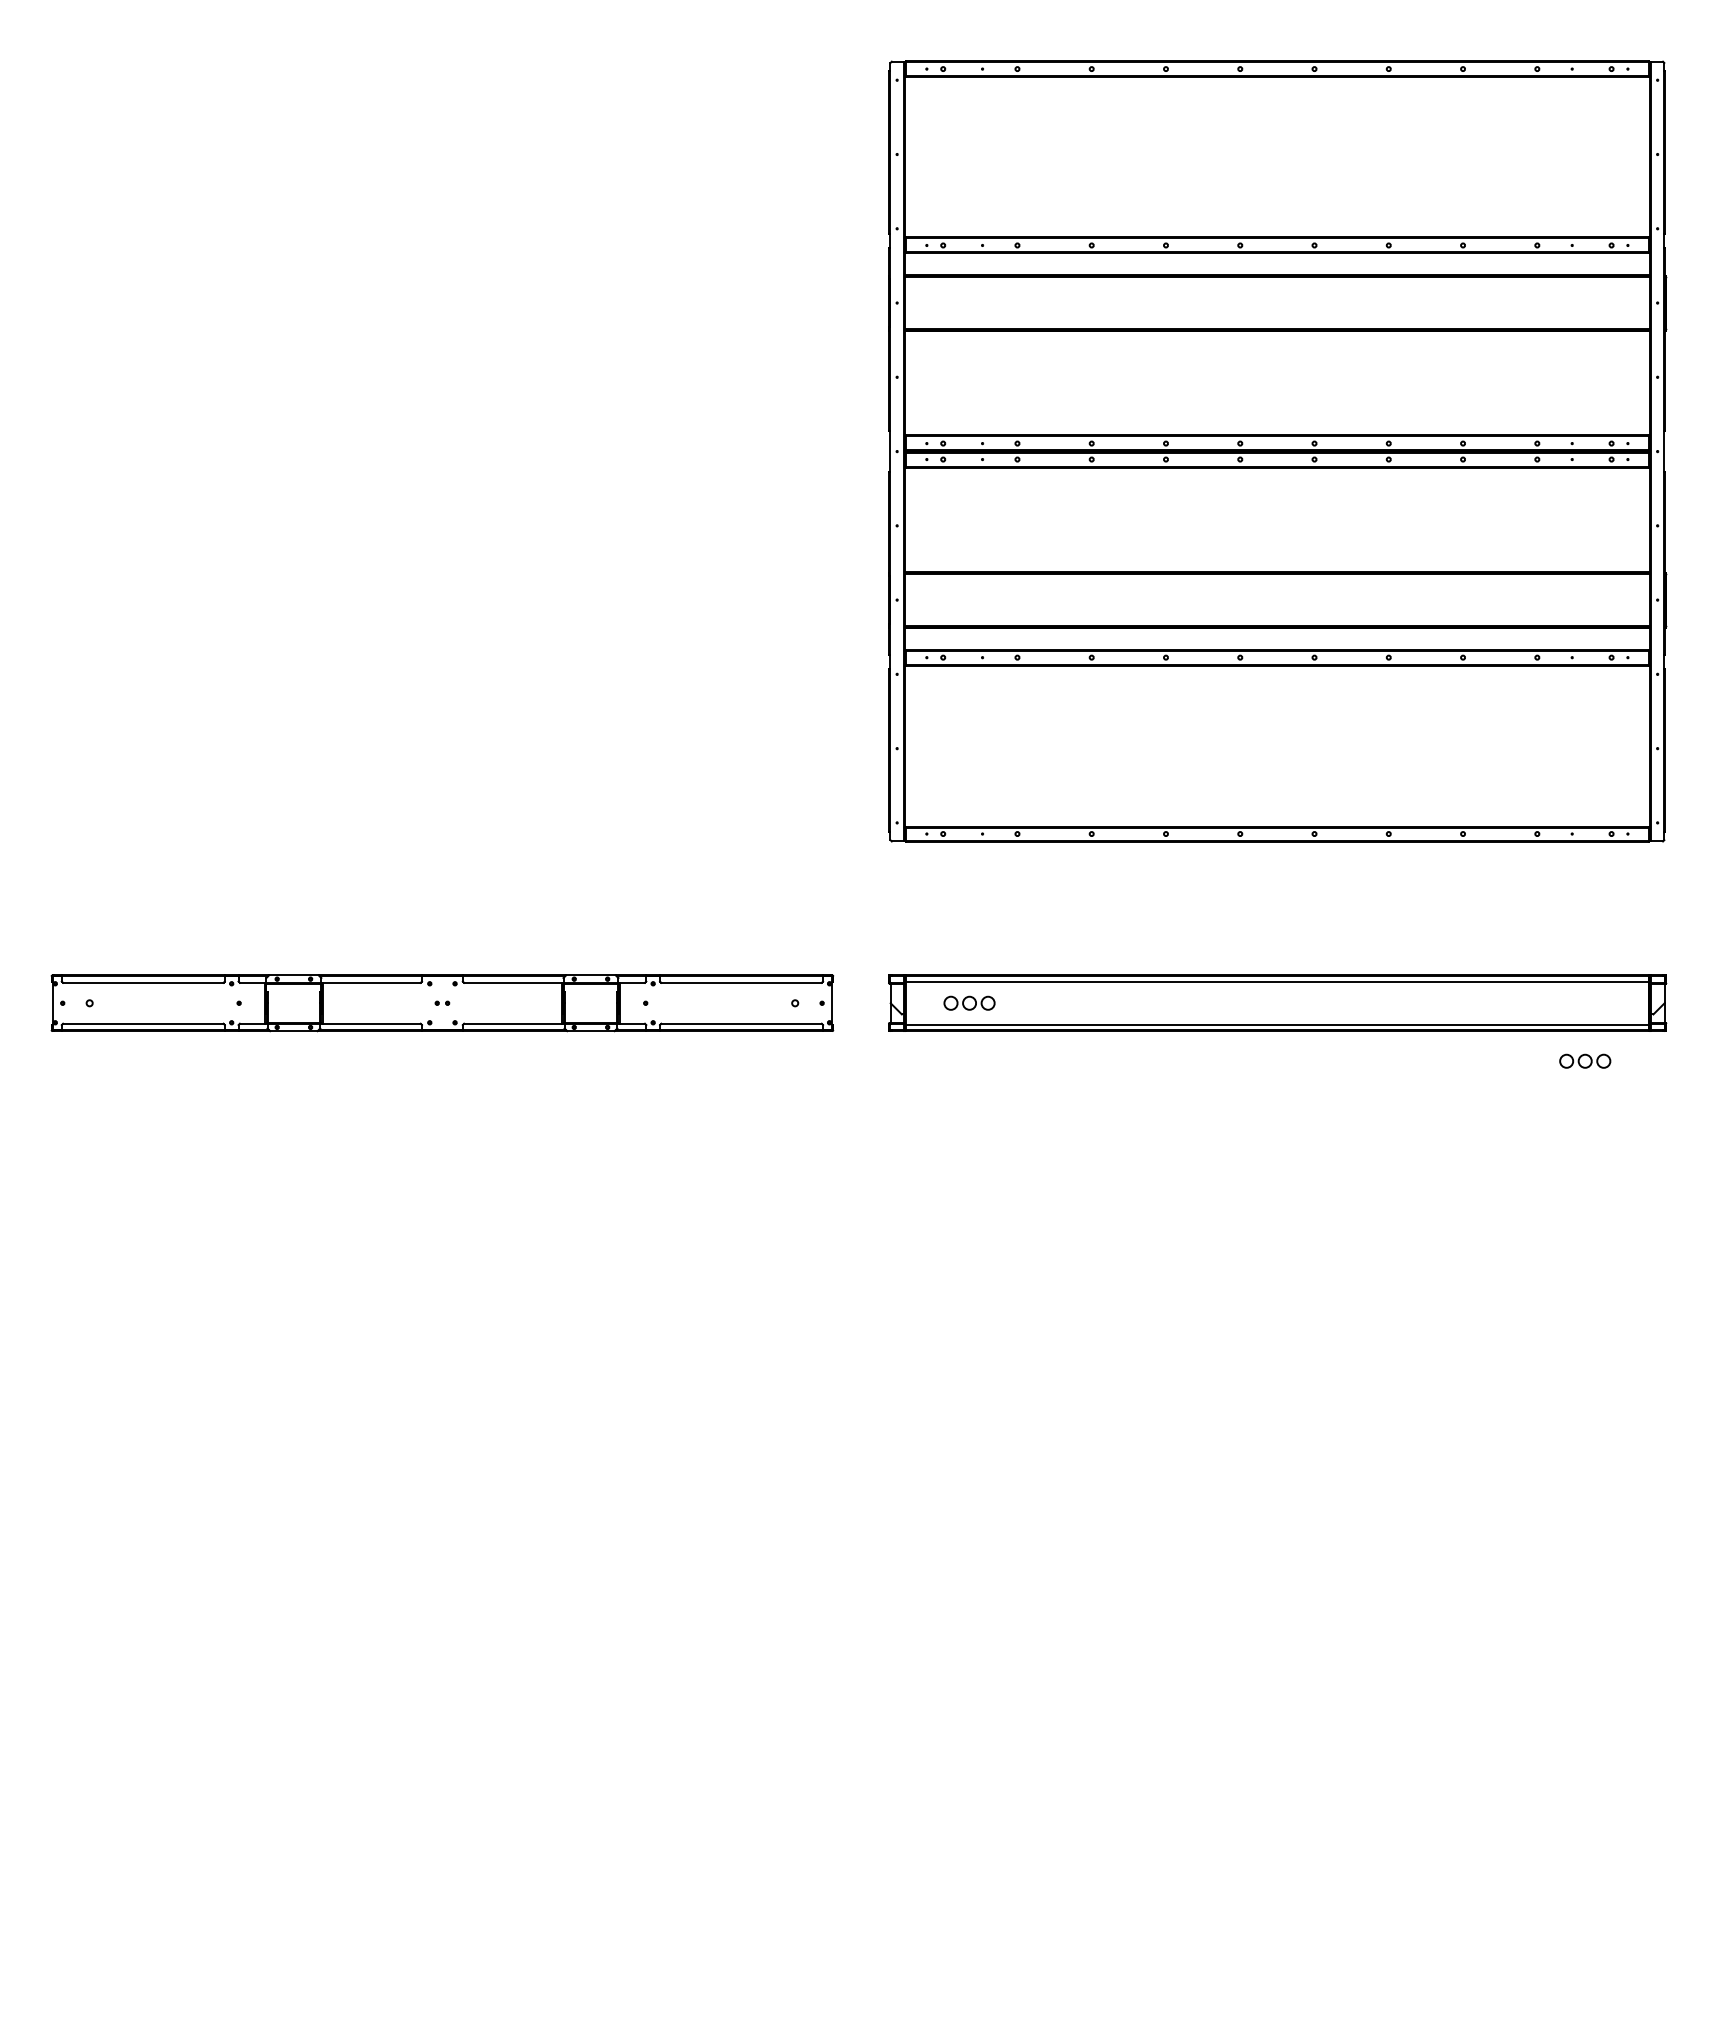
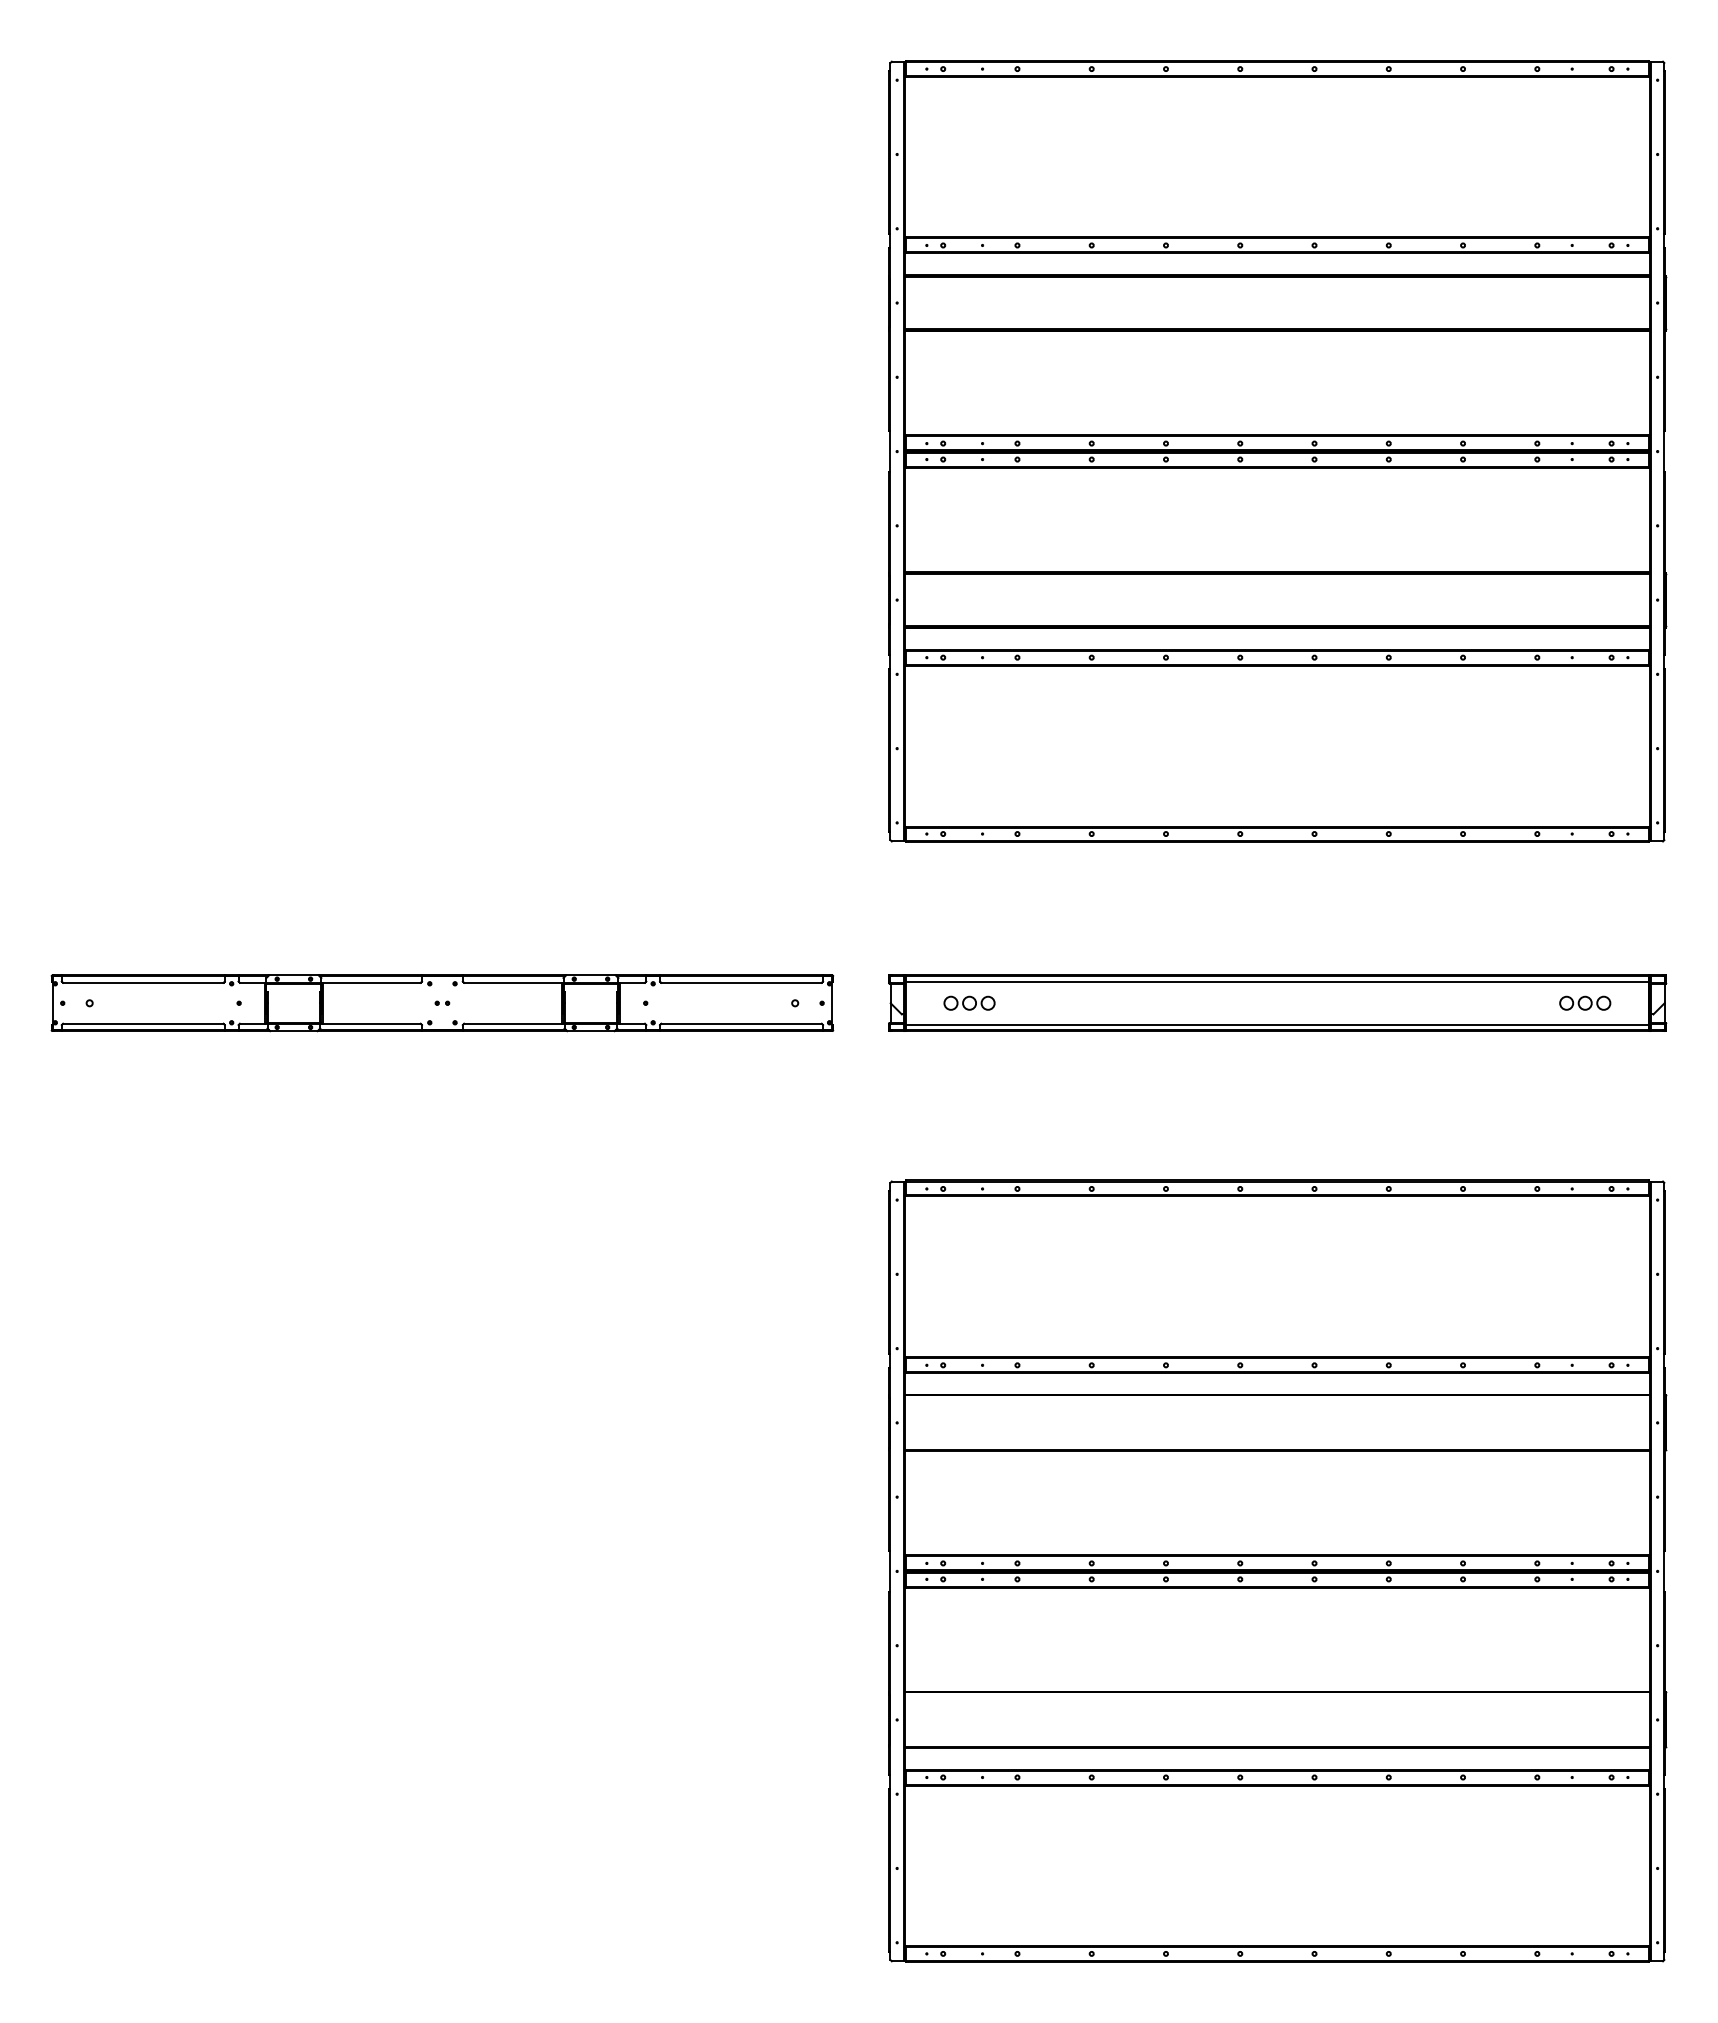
part at (1585, 1060) position: (1585, 1060) -> (1585, 1002)
part at (1277, 1570): none -> present
